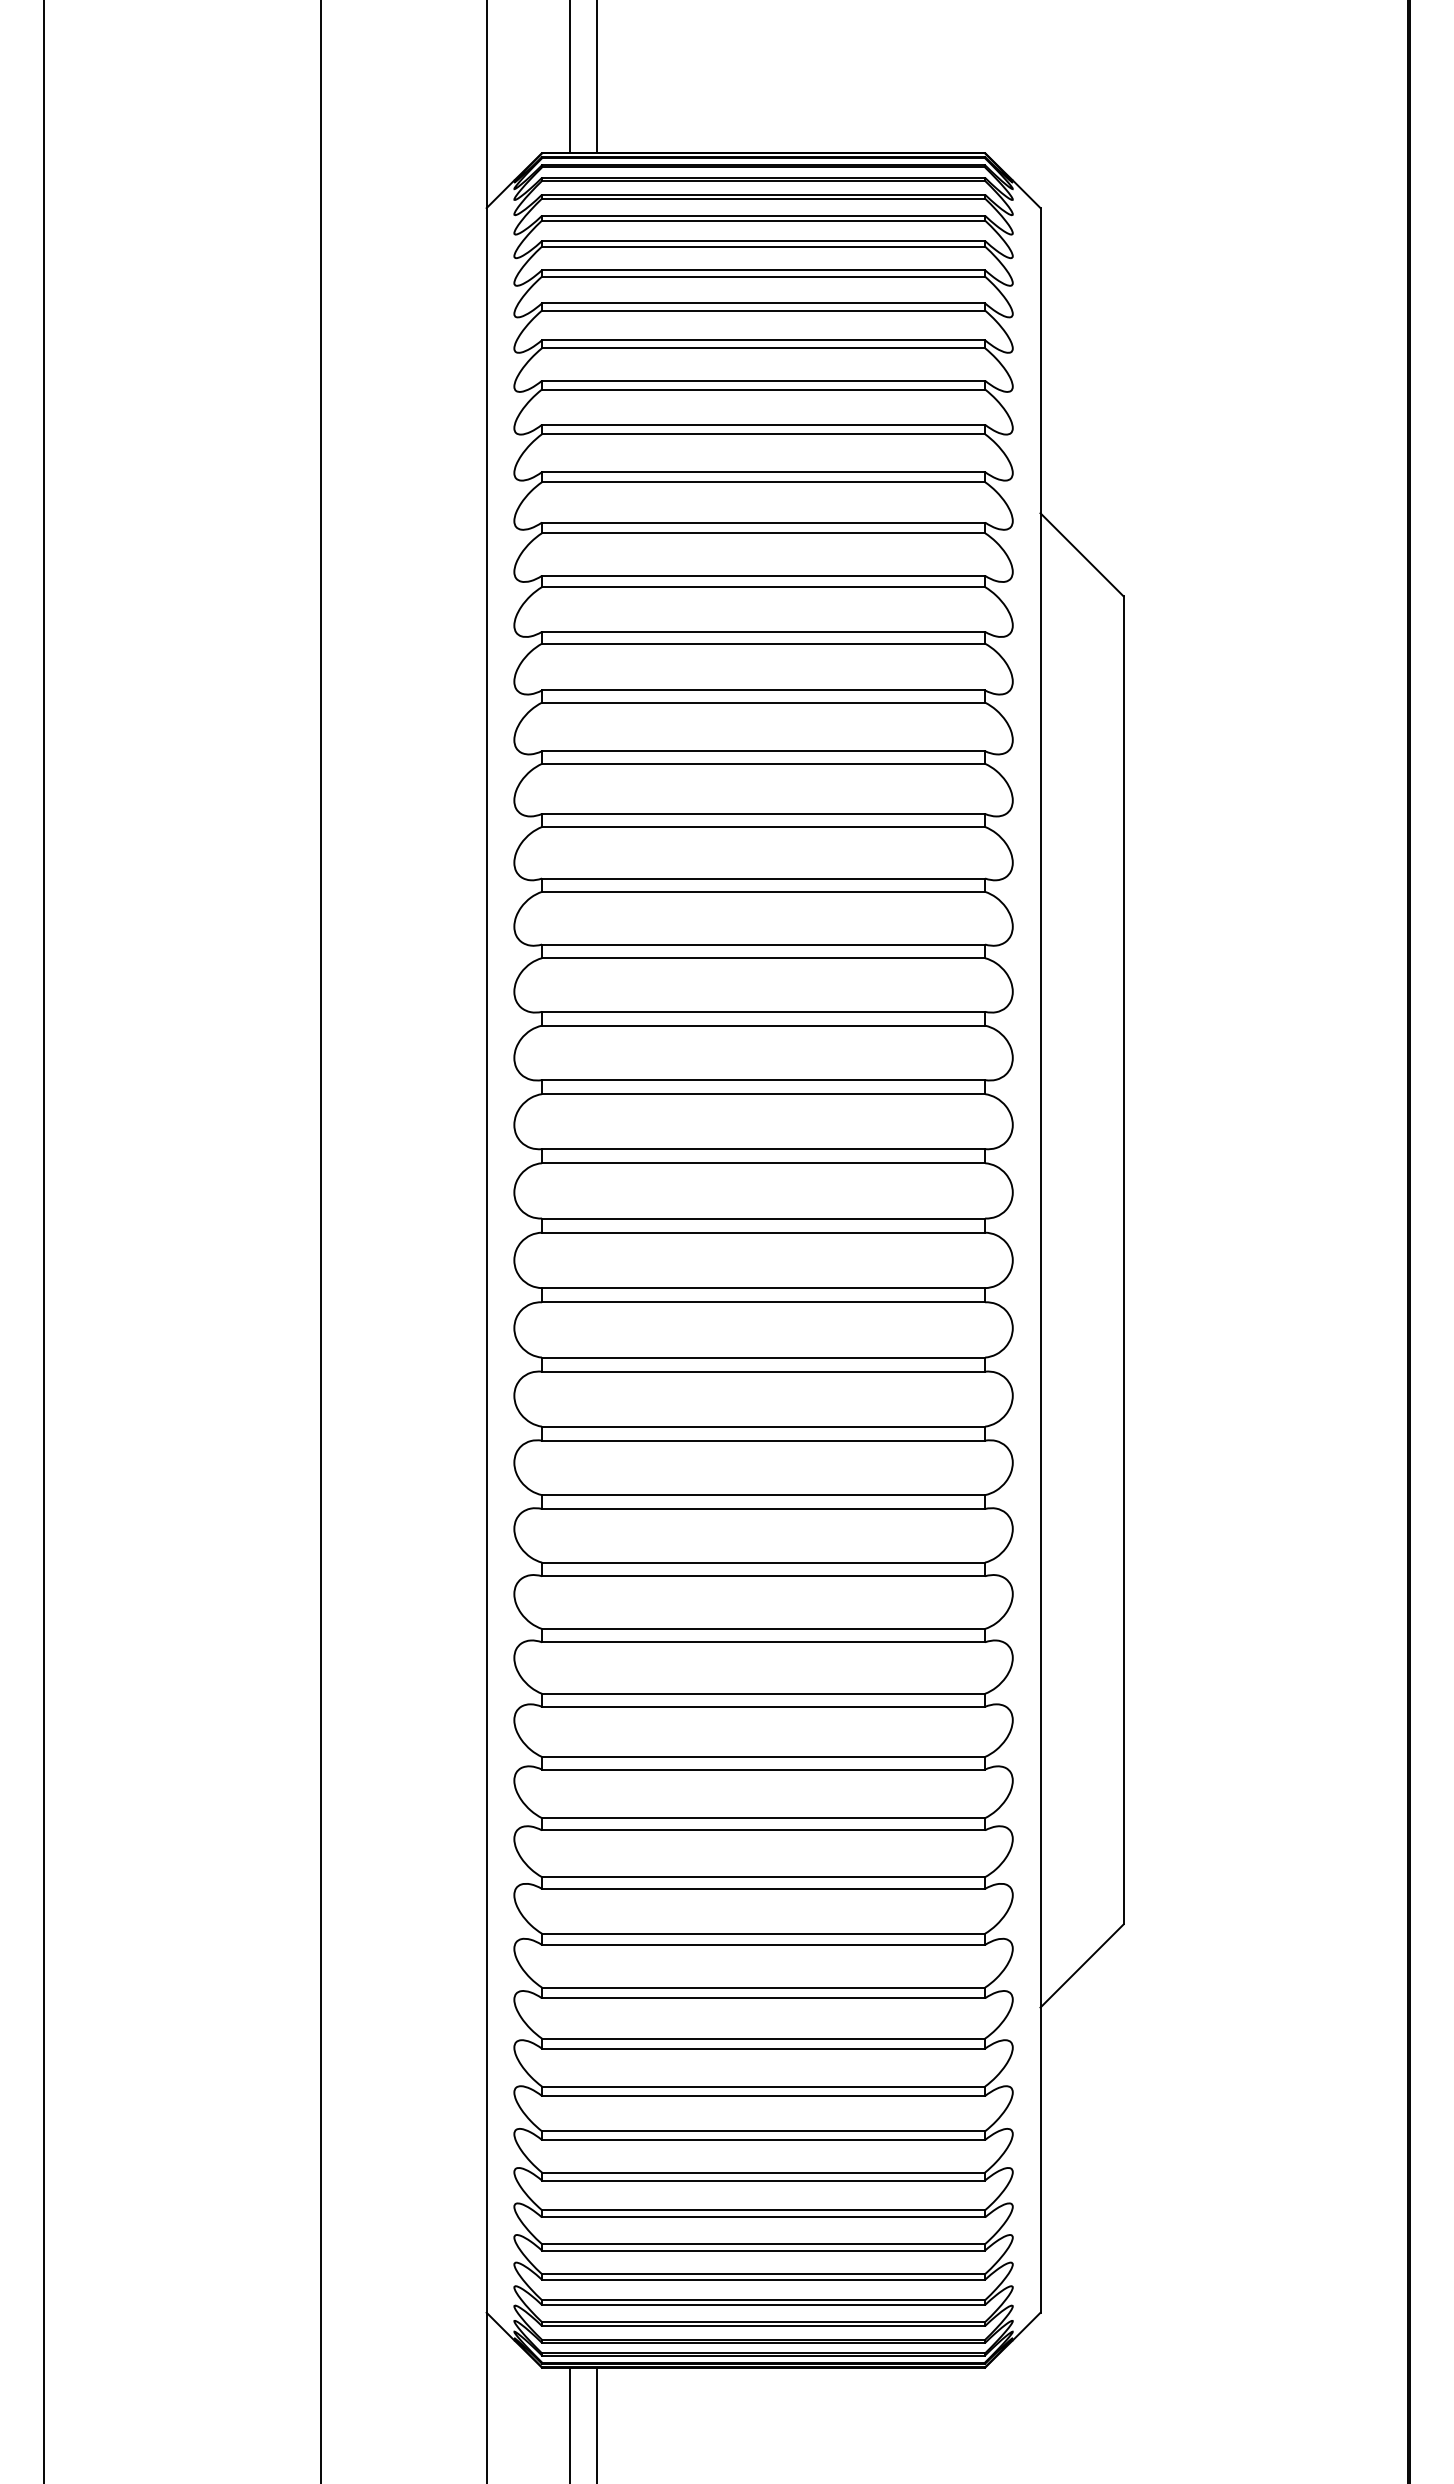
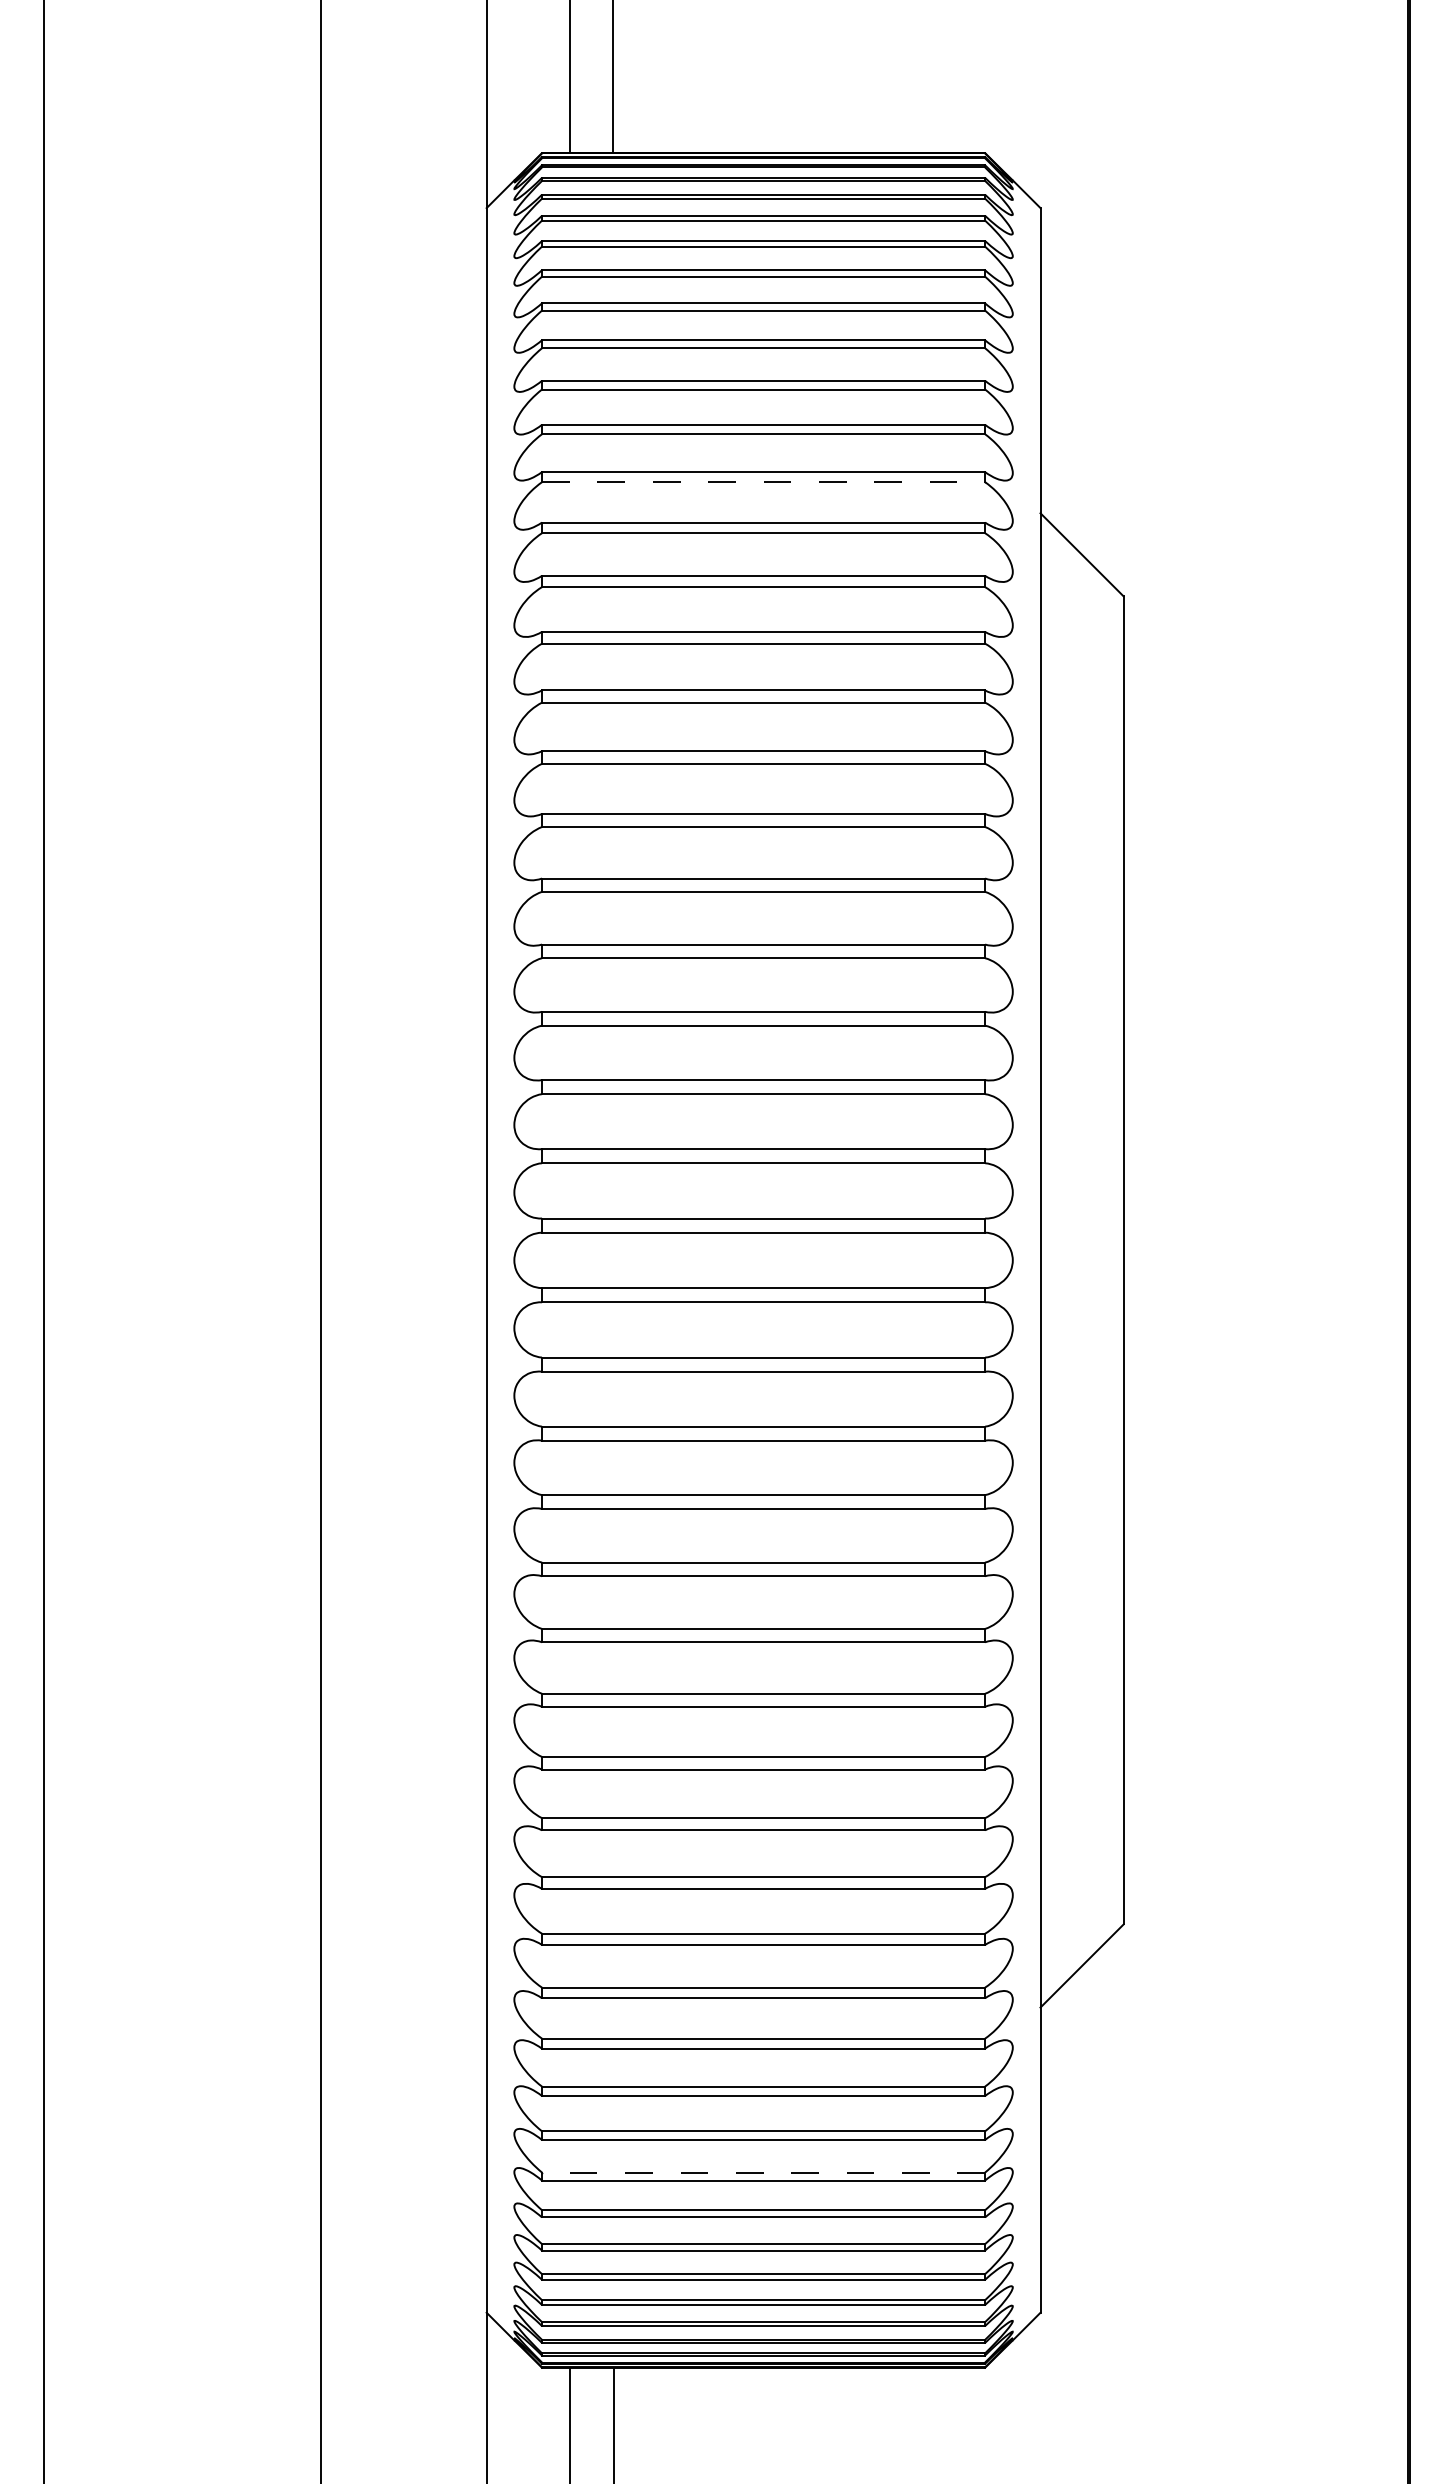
line at (597, 77) position: (597, 77) -> (613, 77)
line at (763, 482): solid -> dashed
line at (763, 2172): solid -> dashed
line at (597, 2423) position: (597, 2423) -> (614, 2423)
